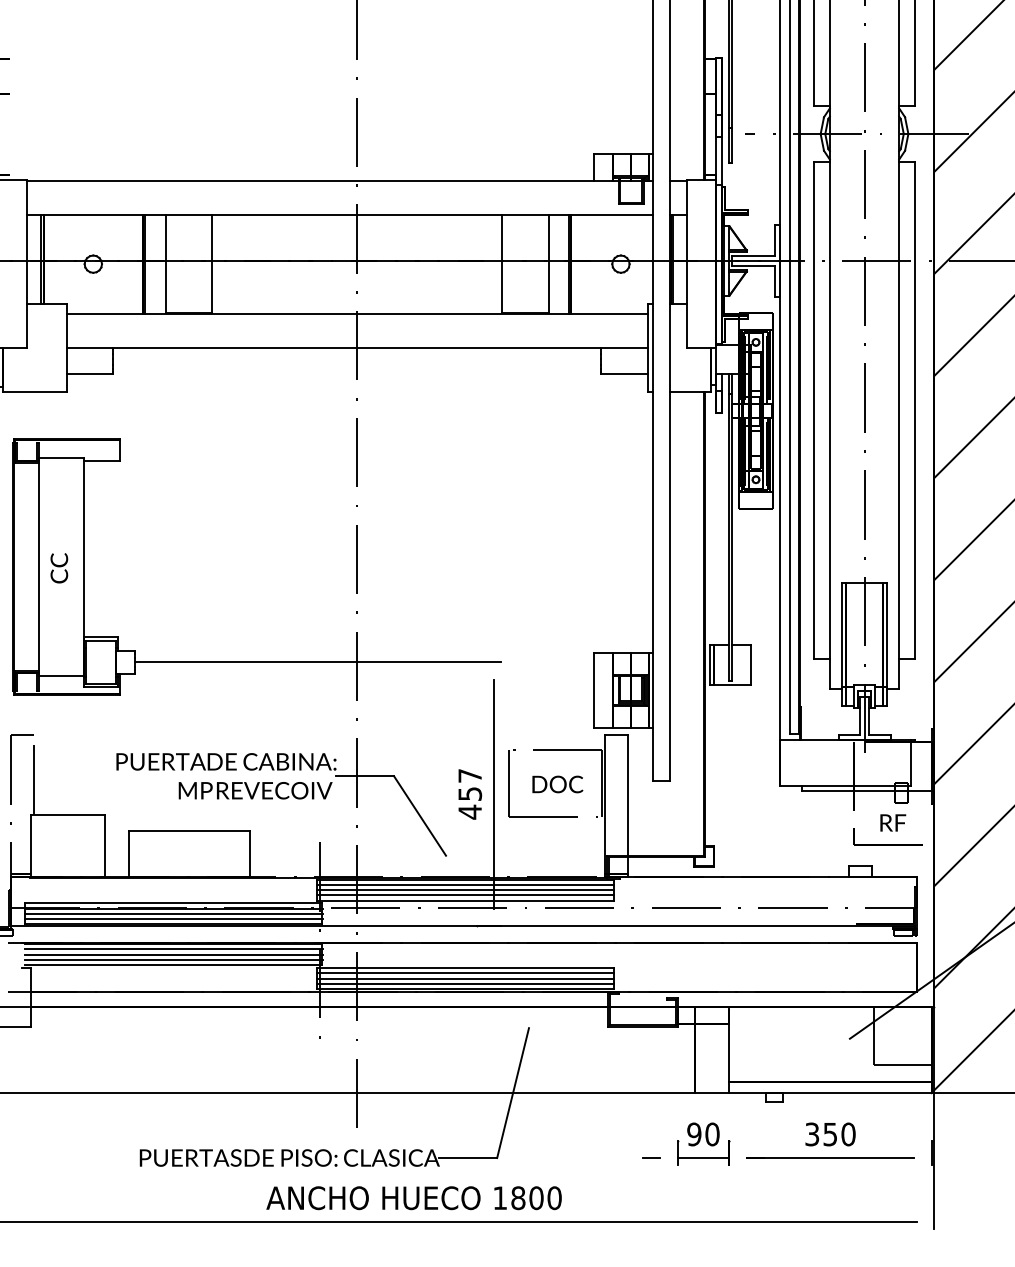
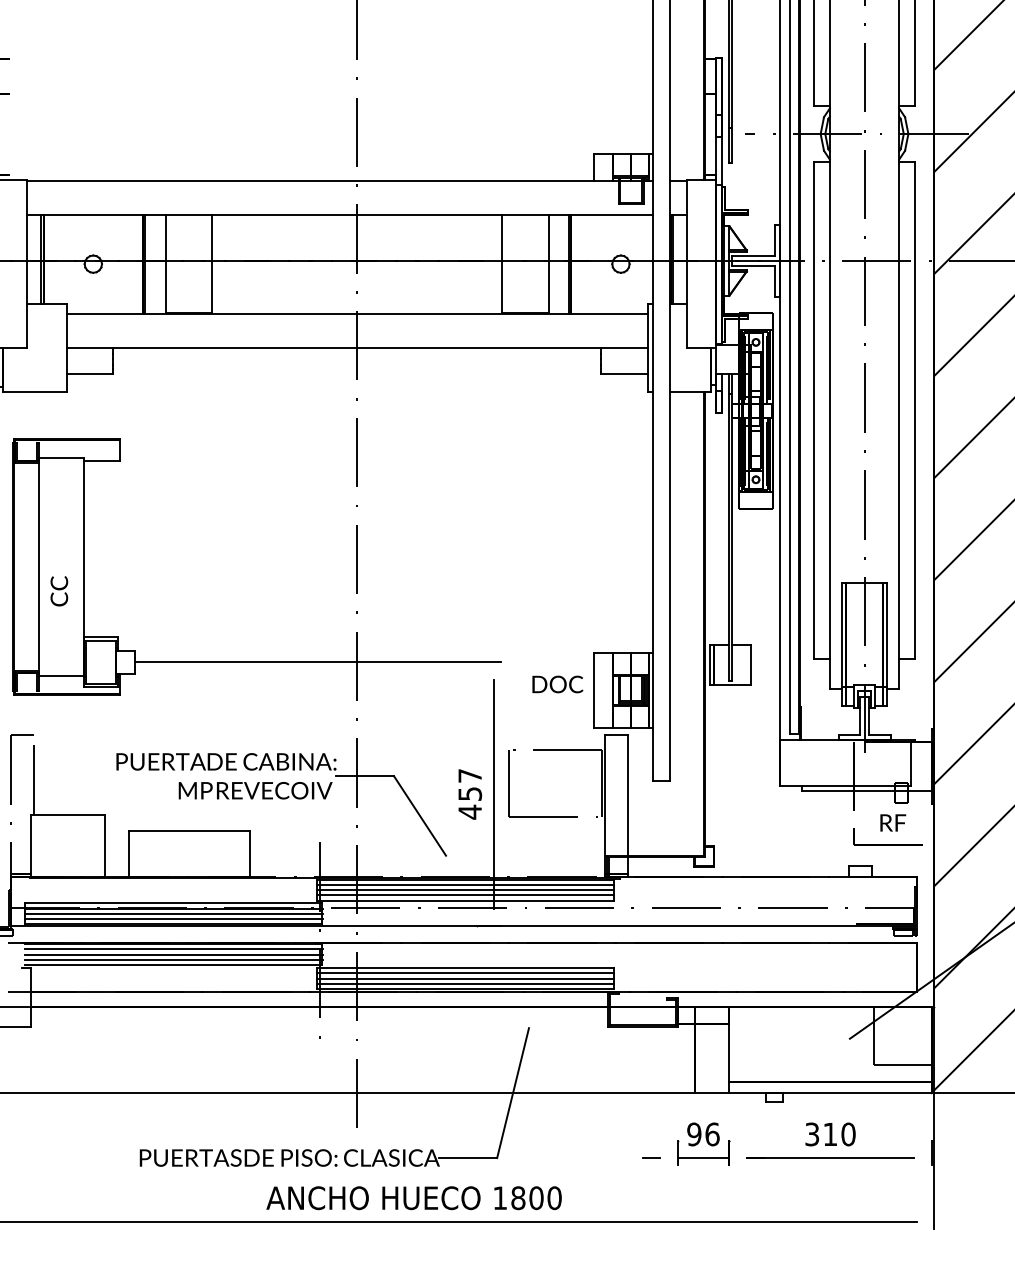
text at (59, 568) position: (59, 568) -> (59, 591)
text at (557, 784) position: (557, 784) -> (557, 684)
text at (712, 1134): 90 -> 96
text at (829, 1134): 350 -> 310
